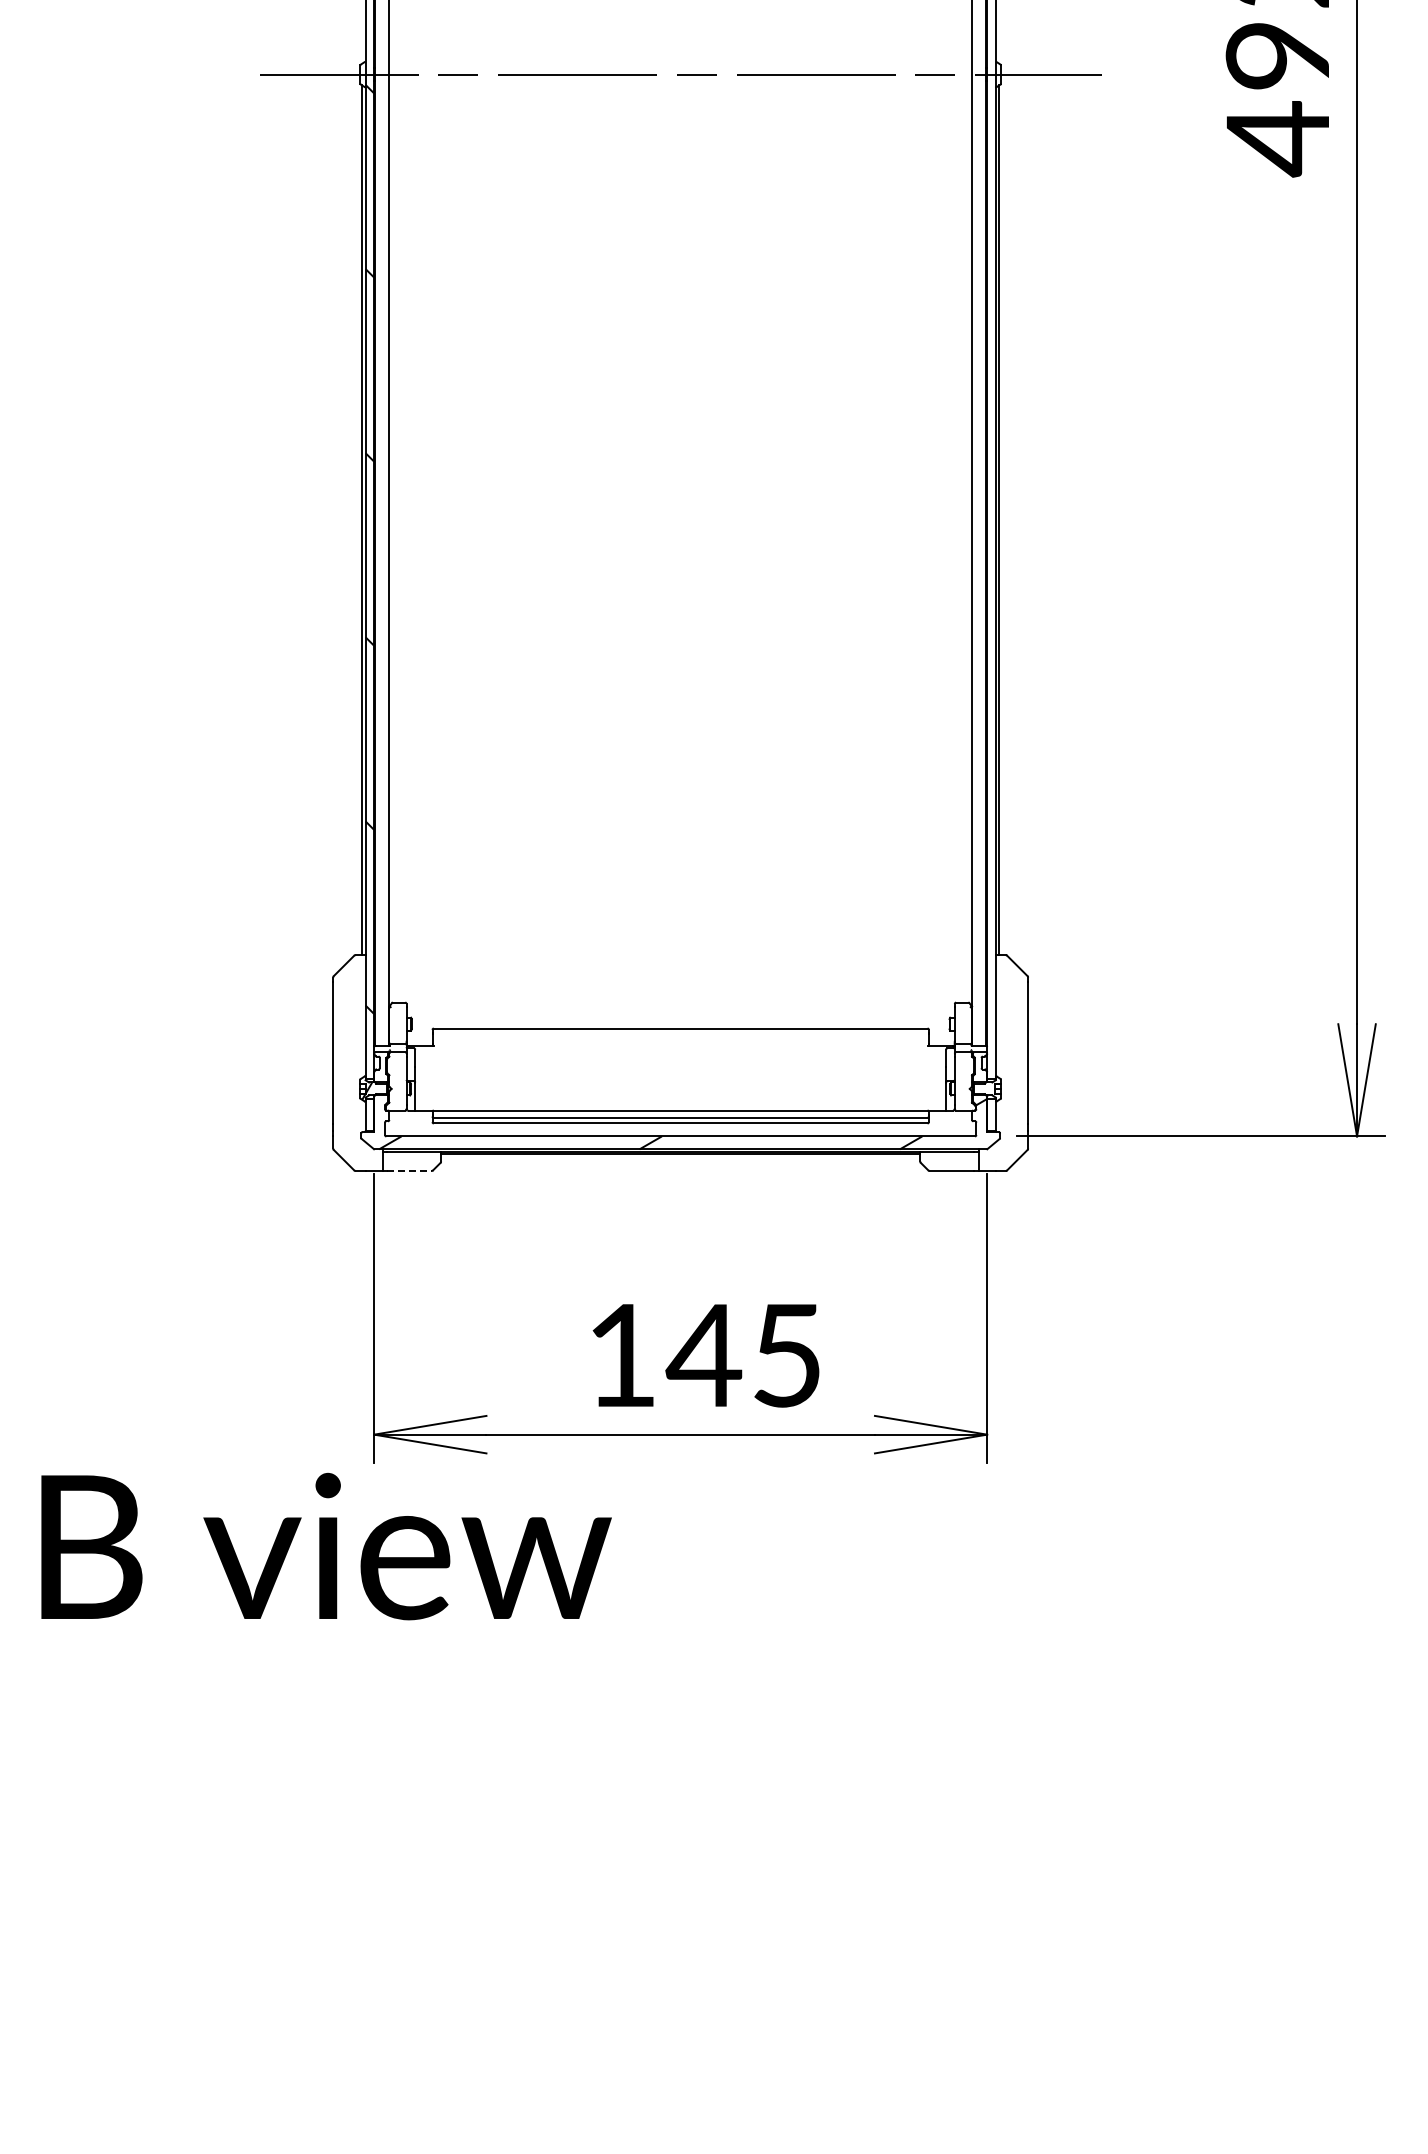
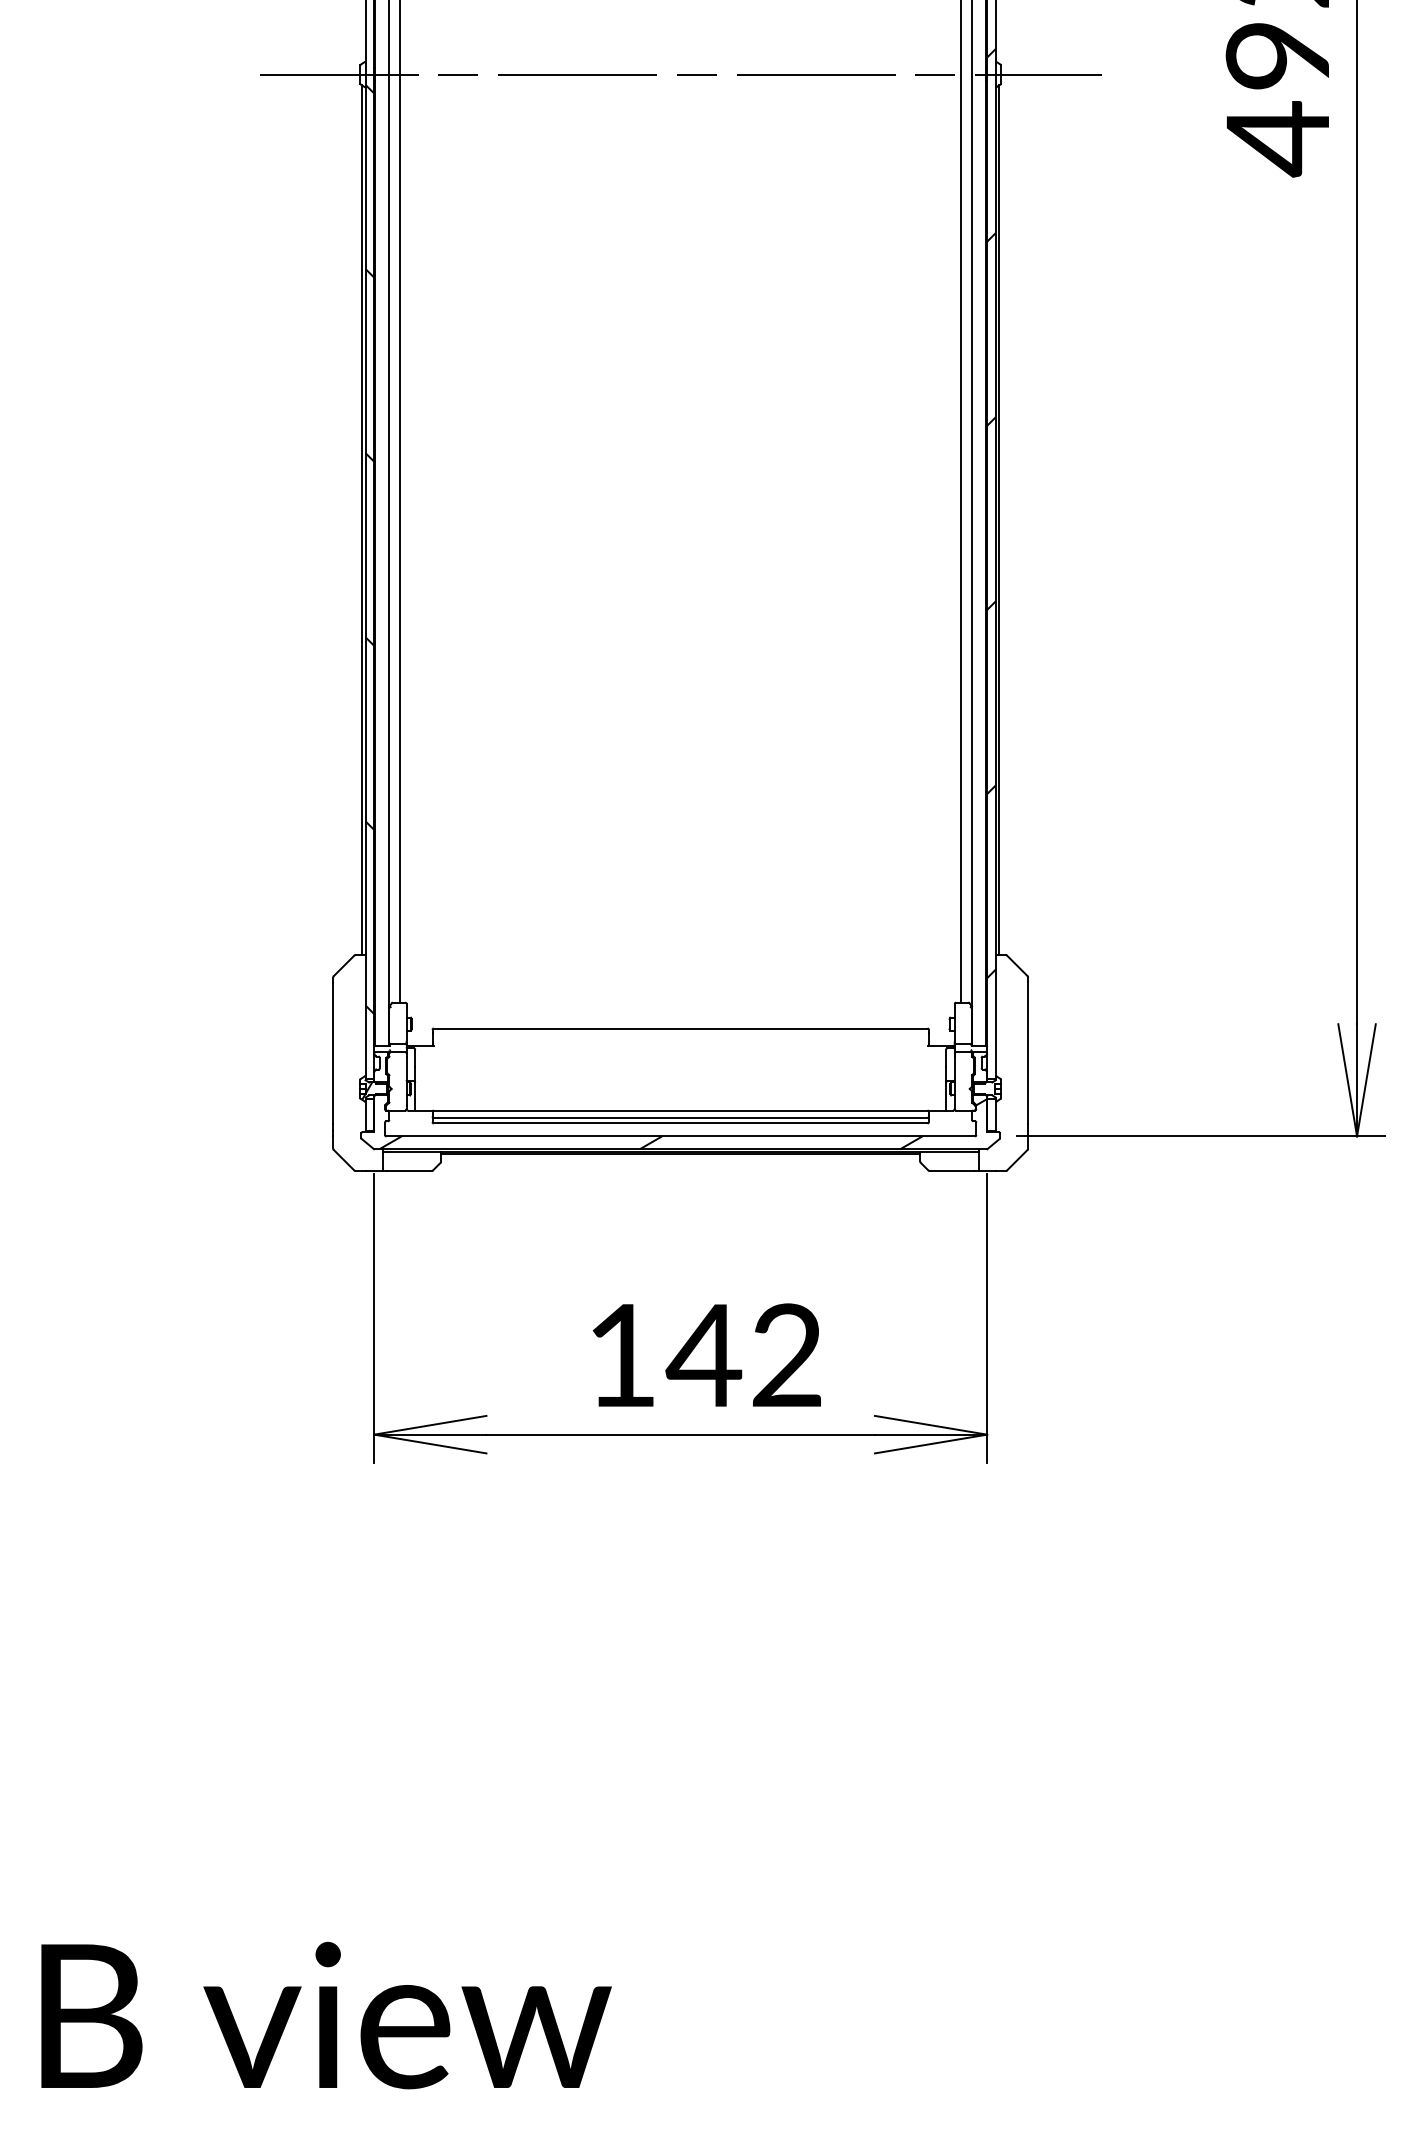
line at (400, 502): none -> present
line at (961, 502): none -> present
hatch at (991, 513): none -> present
line at (409, 1170): dashed -> solid
text at (786, 1355): 145 -> 142
text at (326, 1546) position: (326, 1546) -> (326, 2015)
